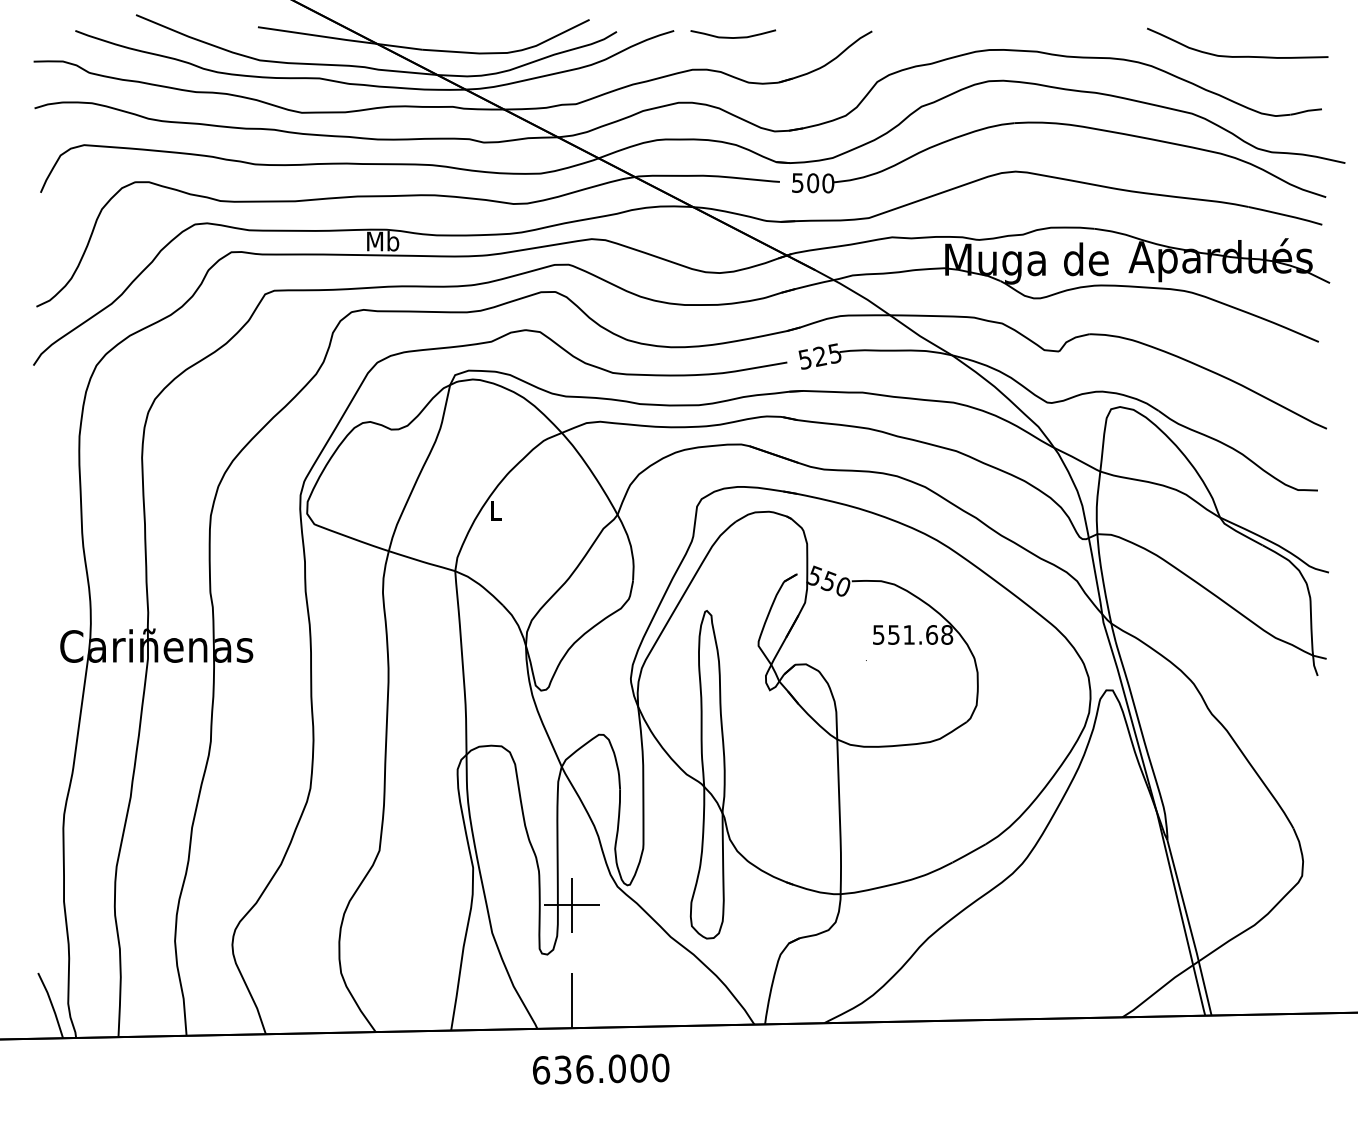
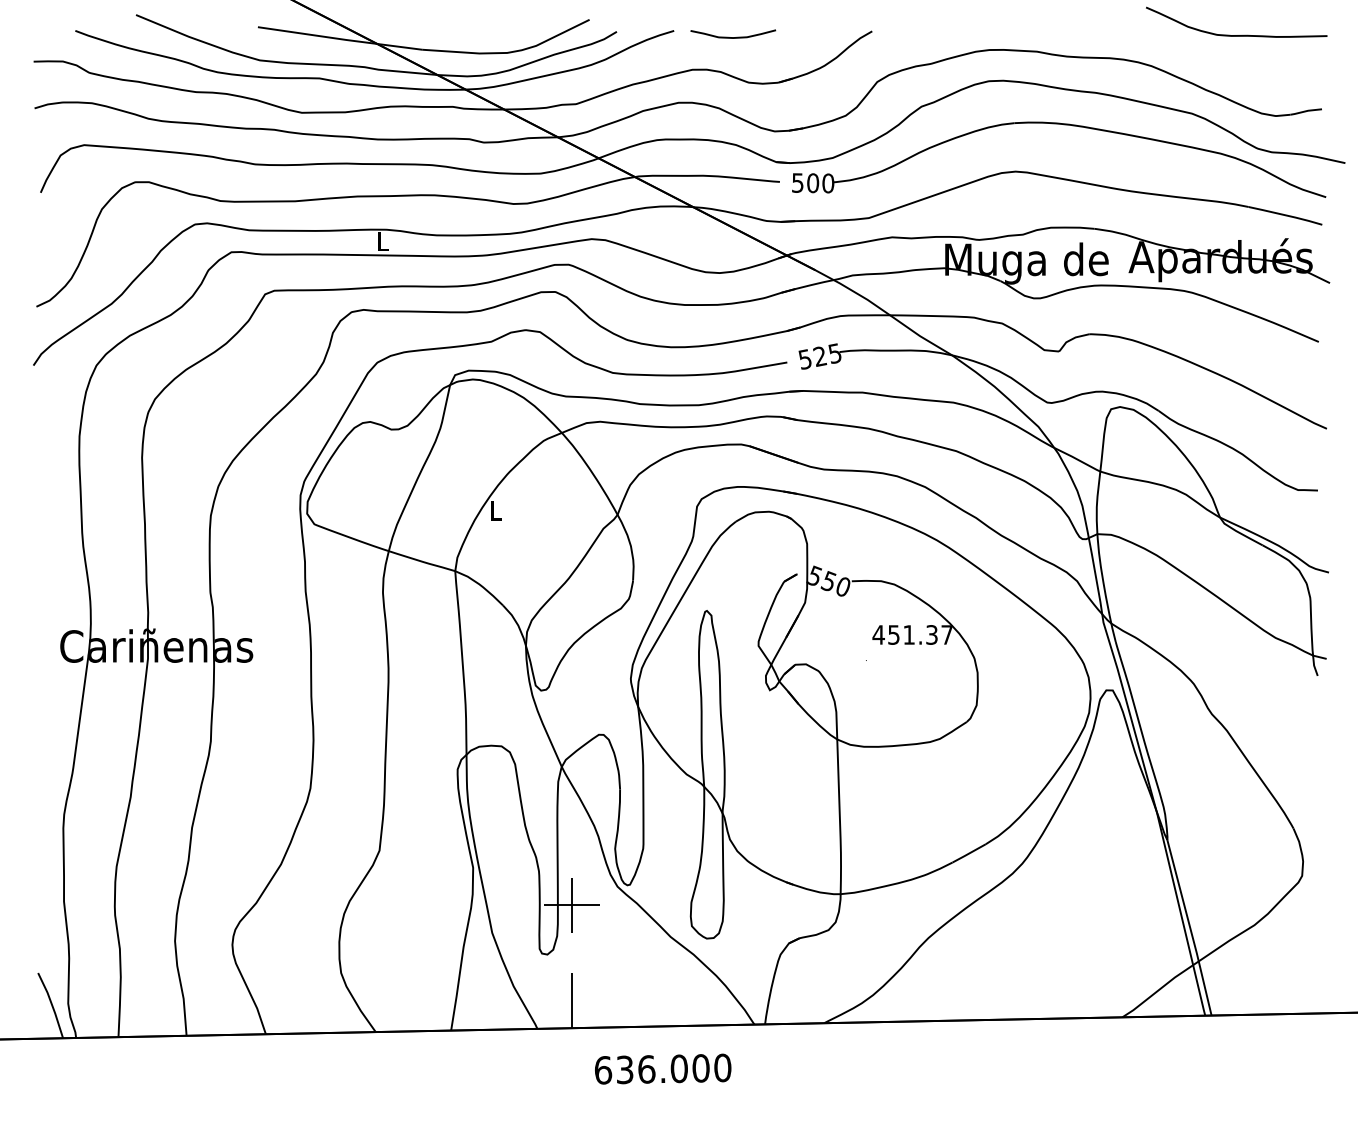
curve at (1237, 56) position: (1237, 56) -> (1236, 35)
text at (383, 241): Mb -> L
text at (912, 634): 551.68 -> 451.37
text at (601, 1068) position: (601, 1068) -> (663, 1068)
